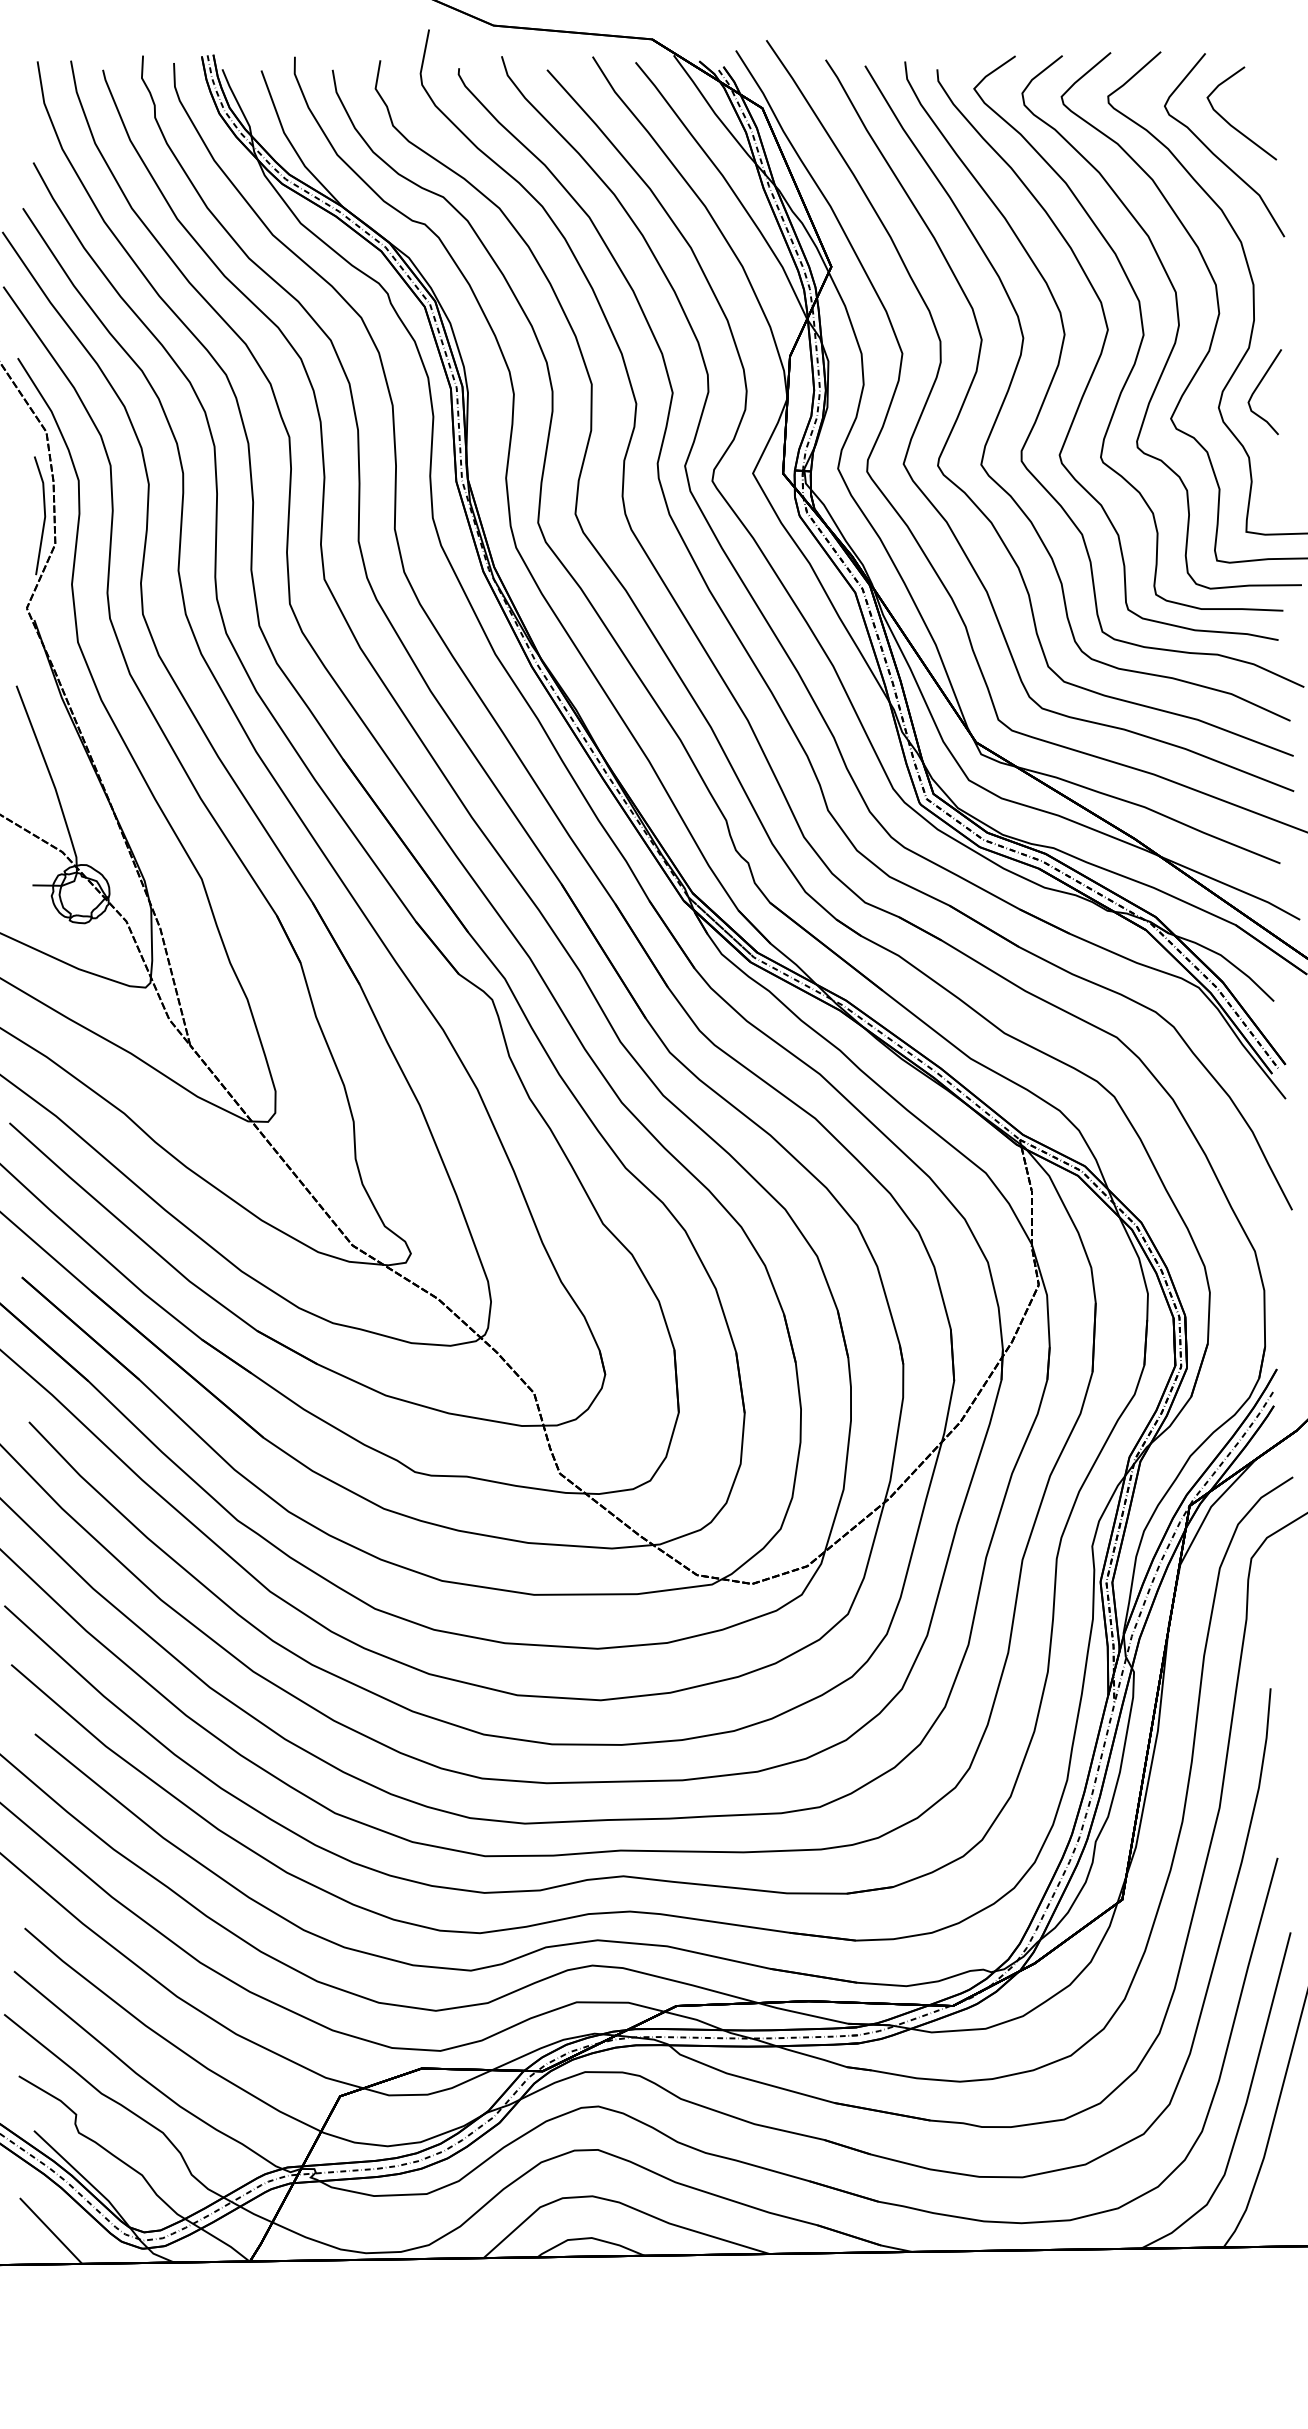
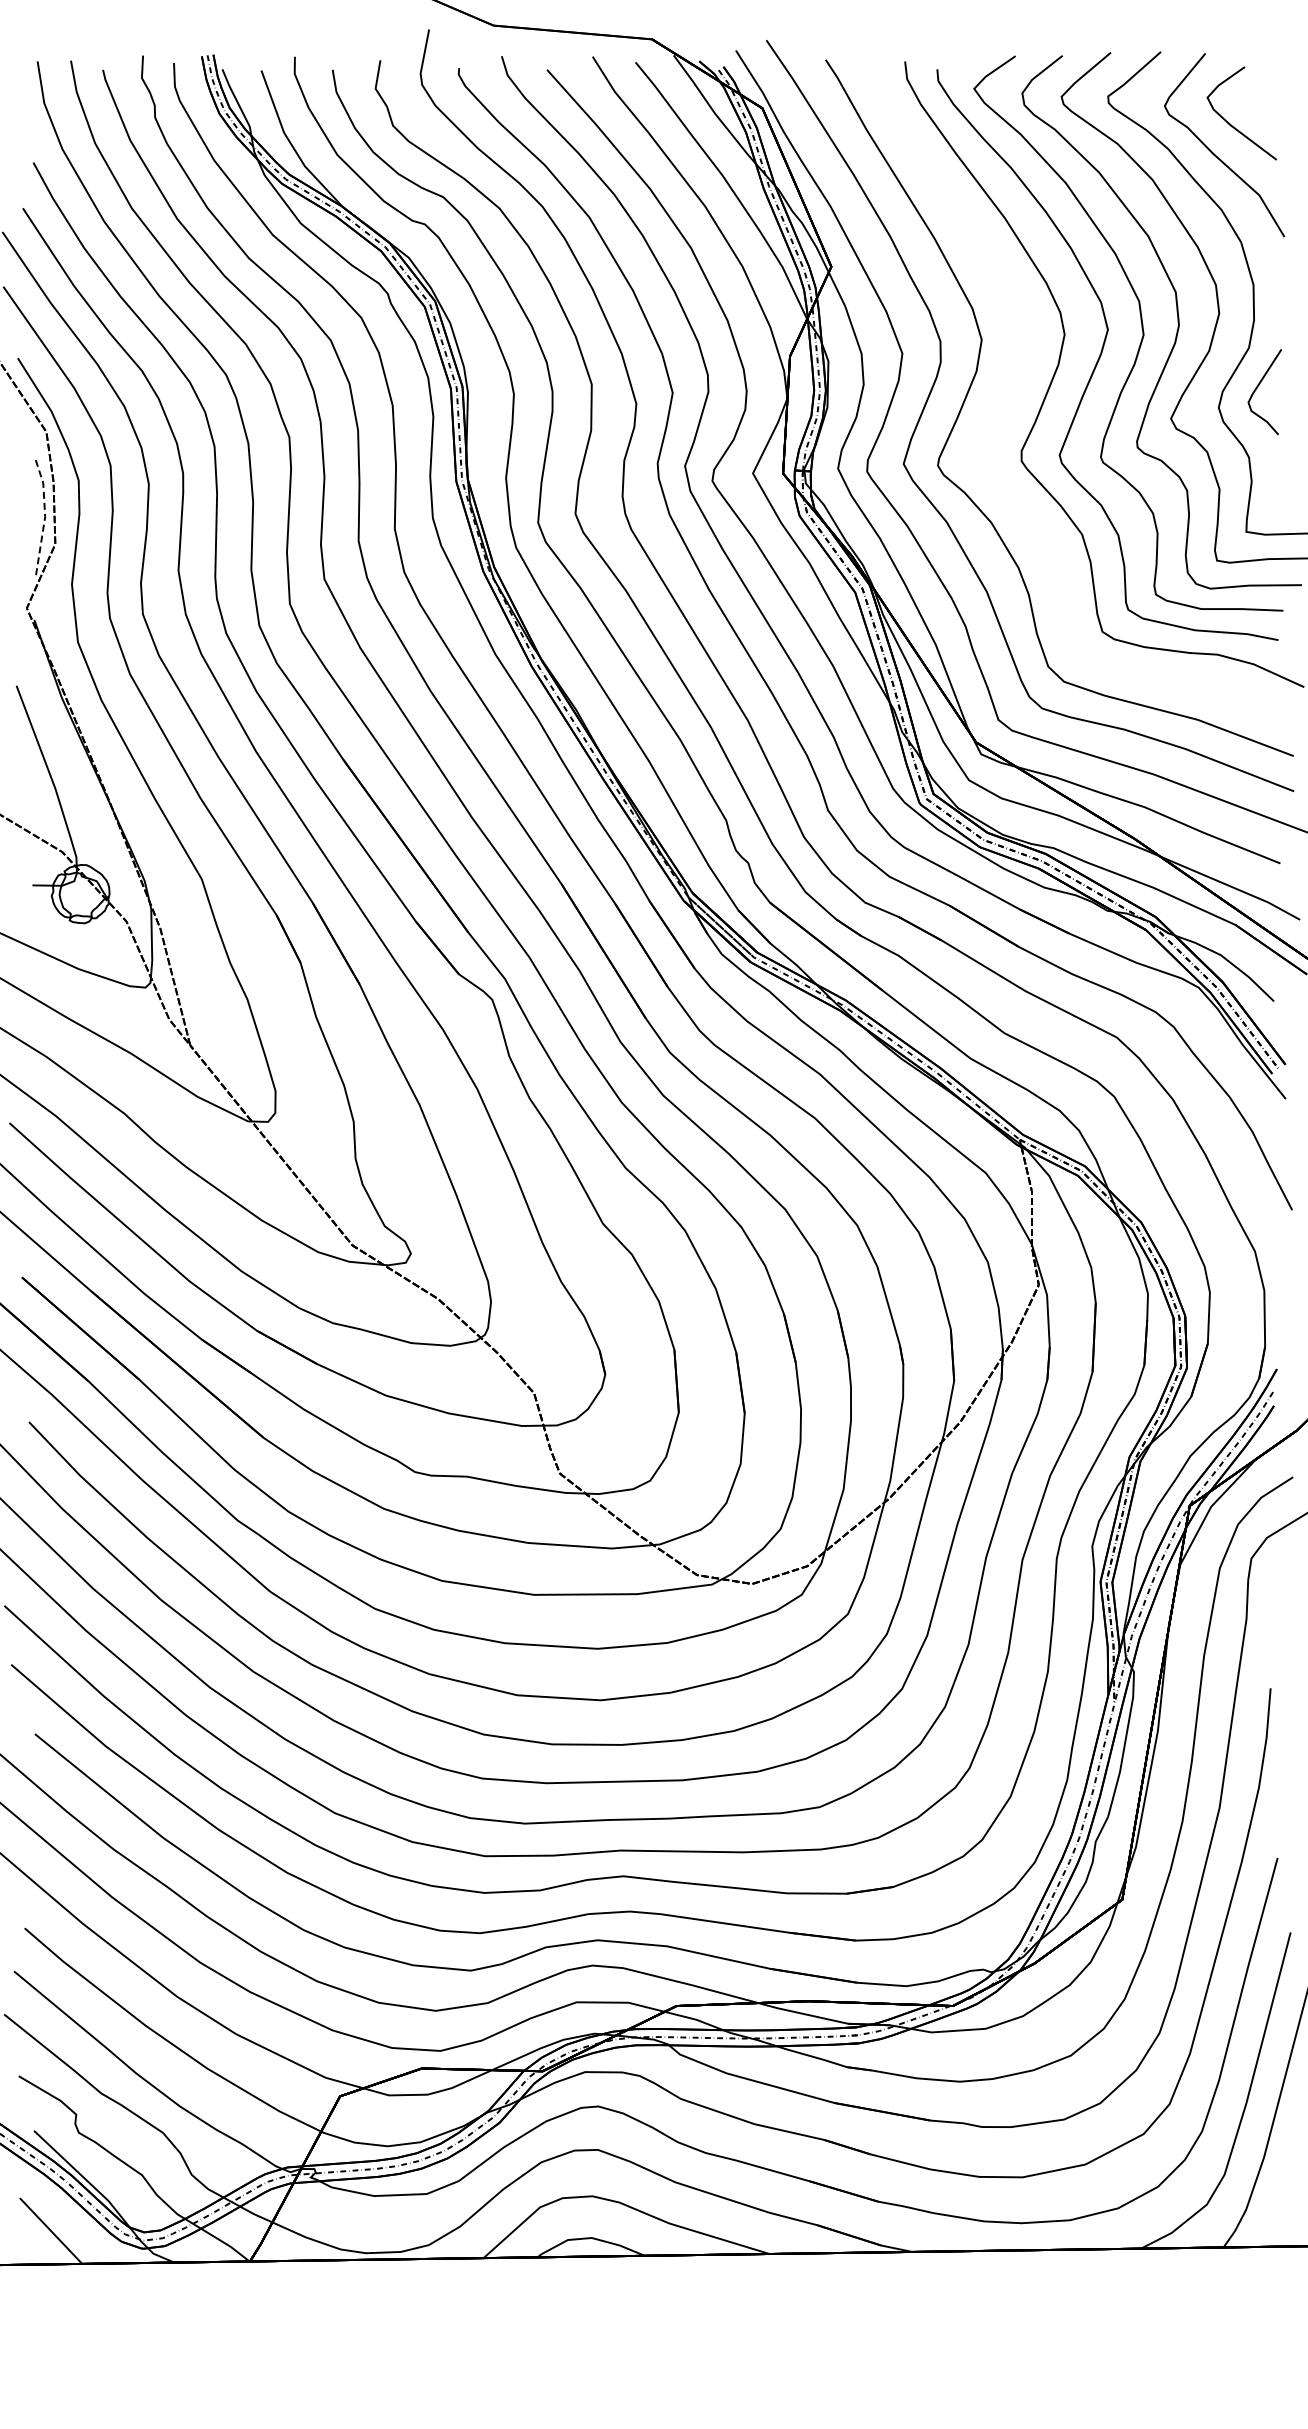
curve at (1015, 373): present -> none
line at (45, 515): solid -> dashed
